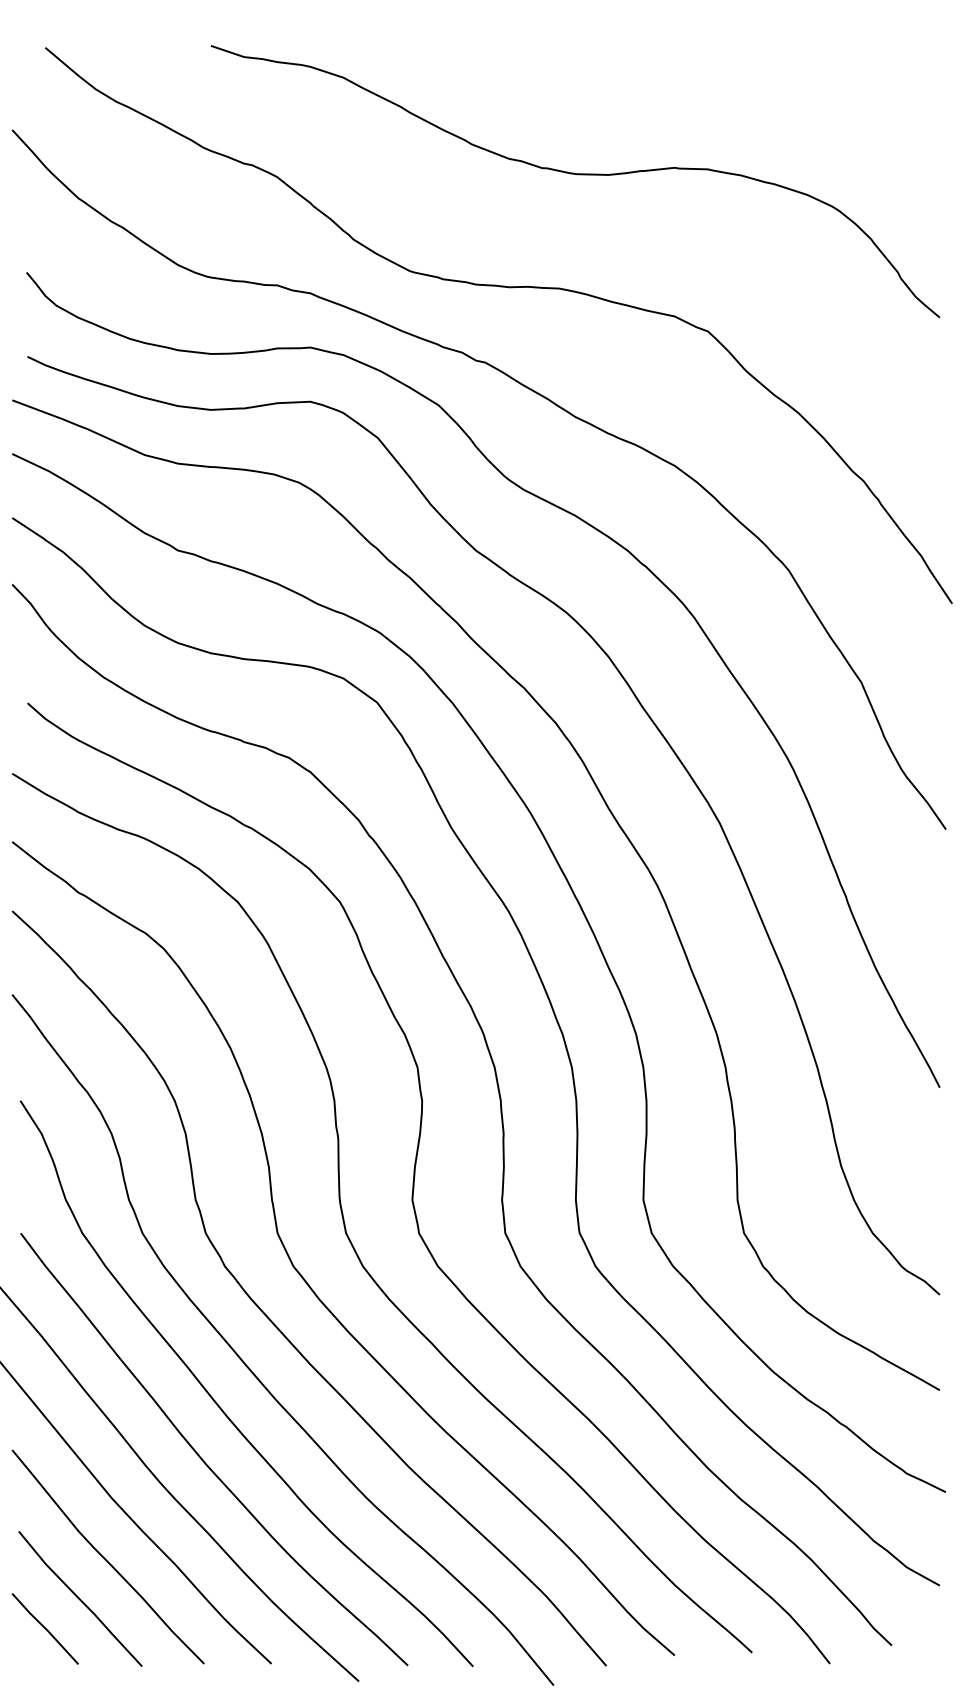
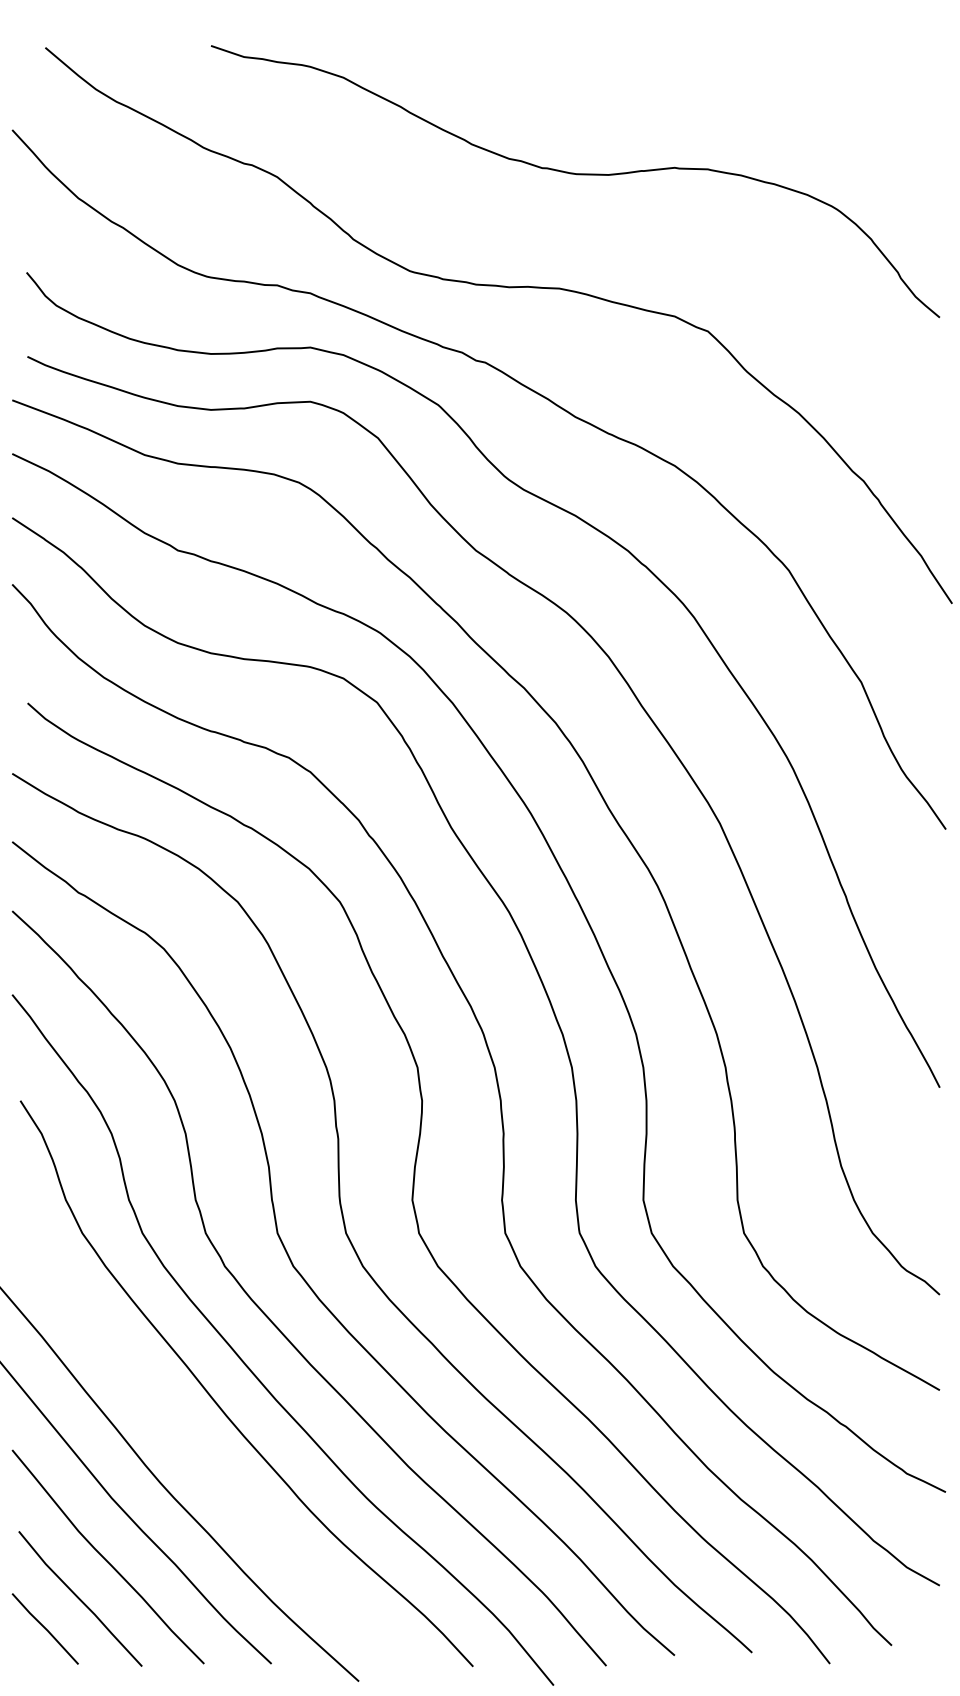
curve at (203, 1459): present -> none
